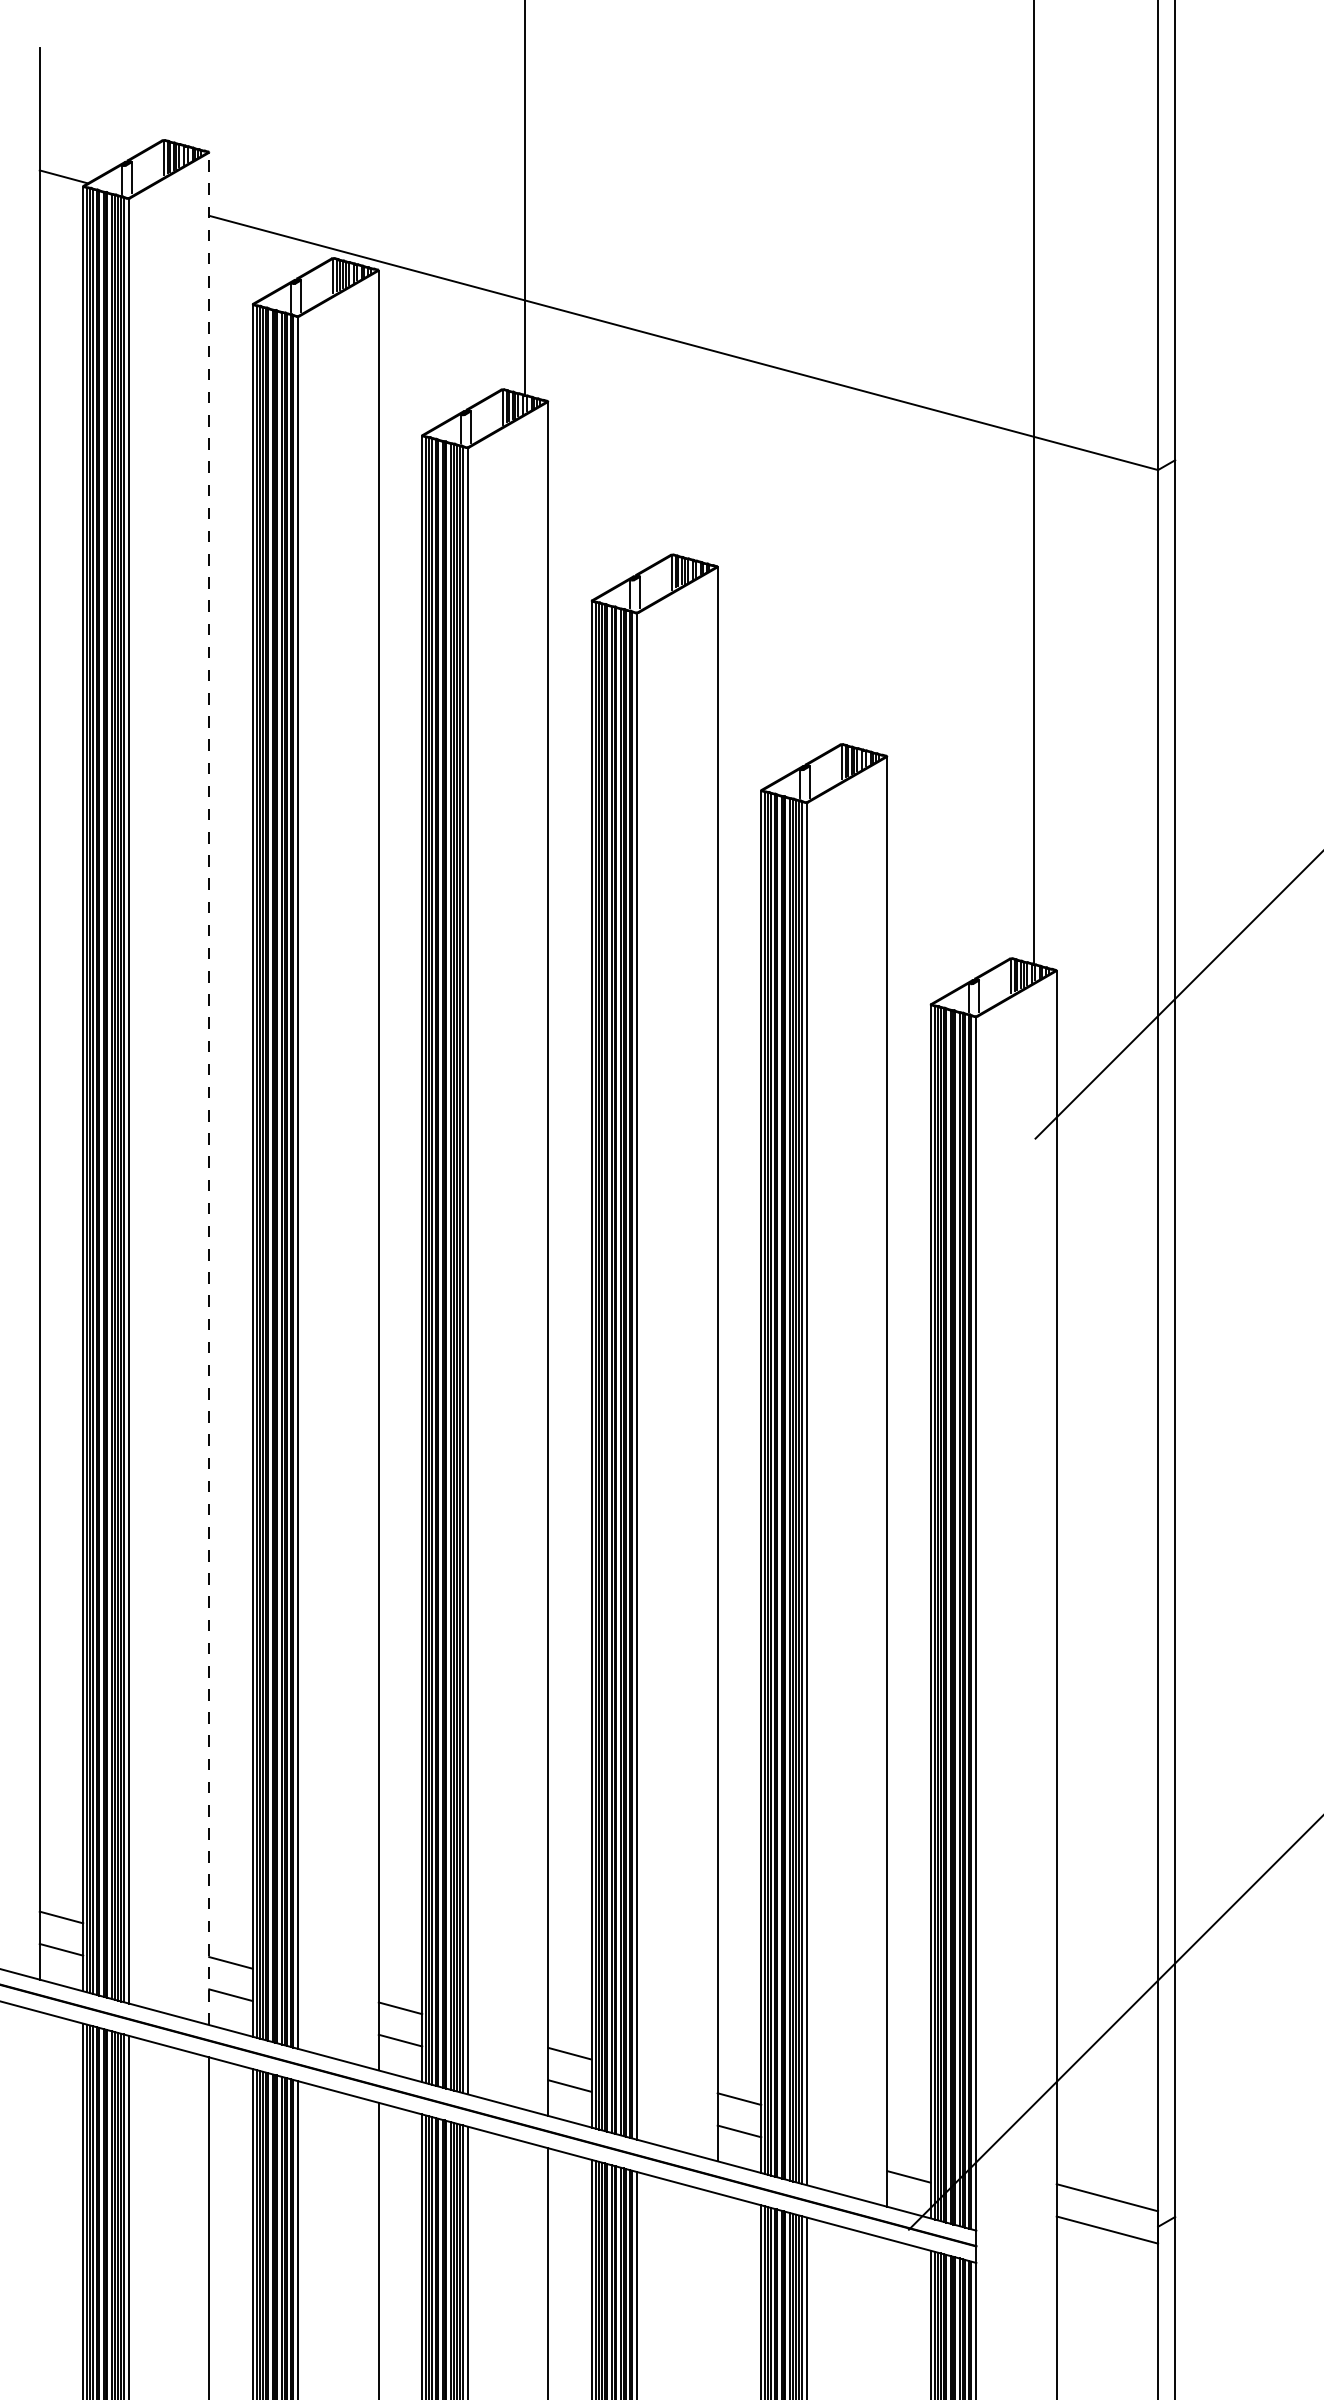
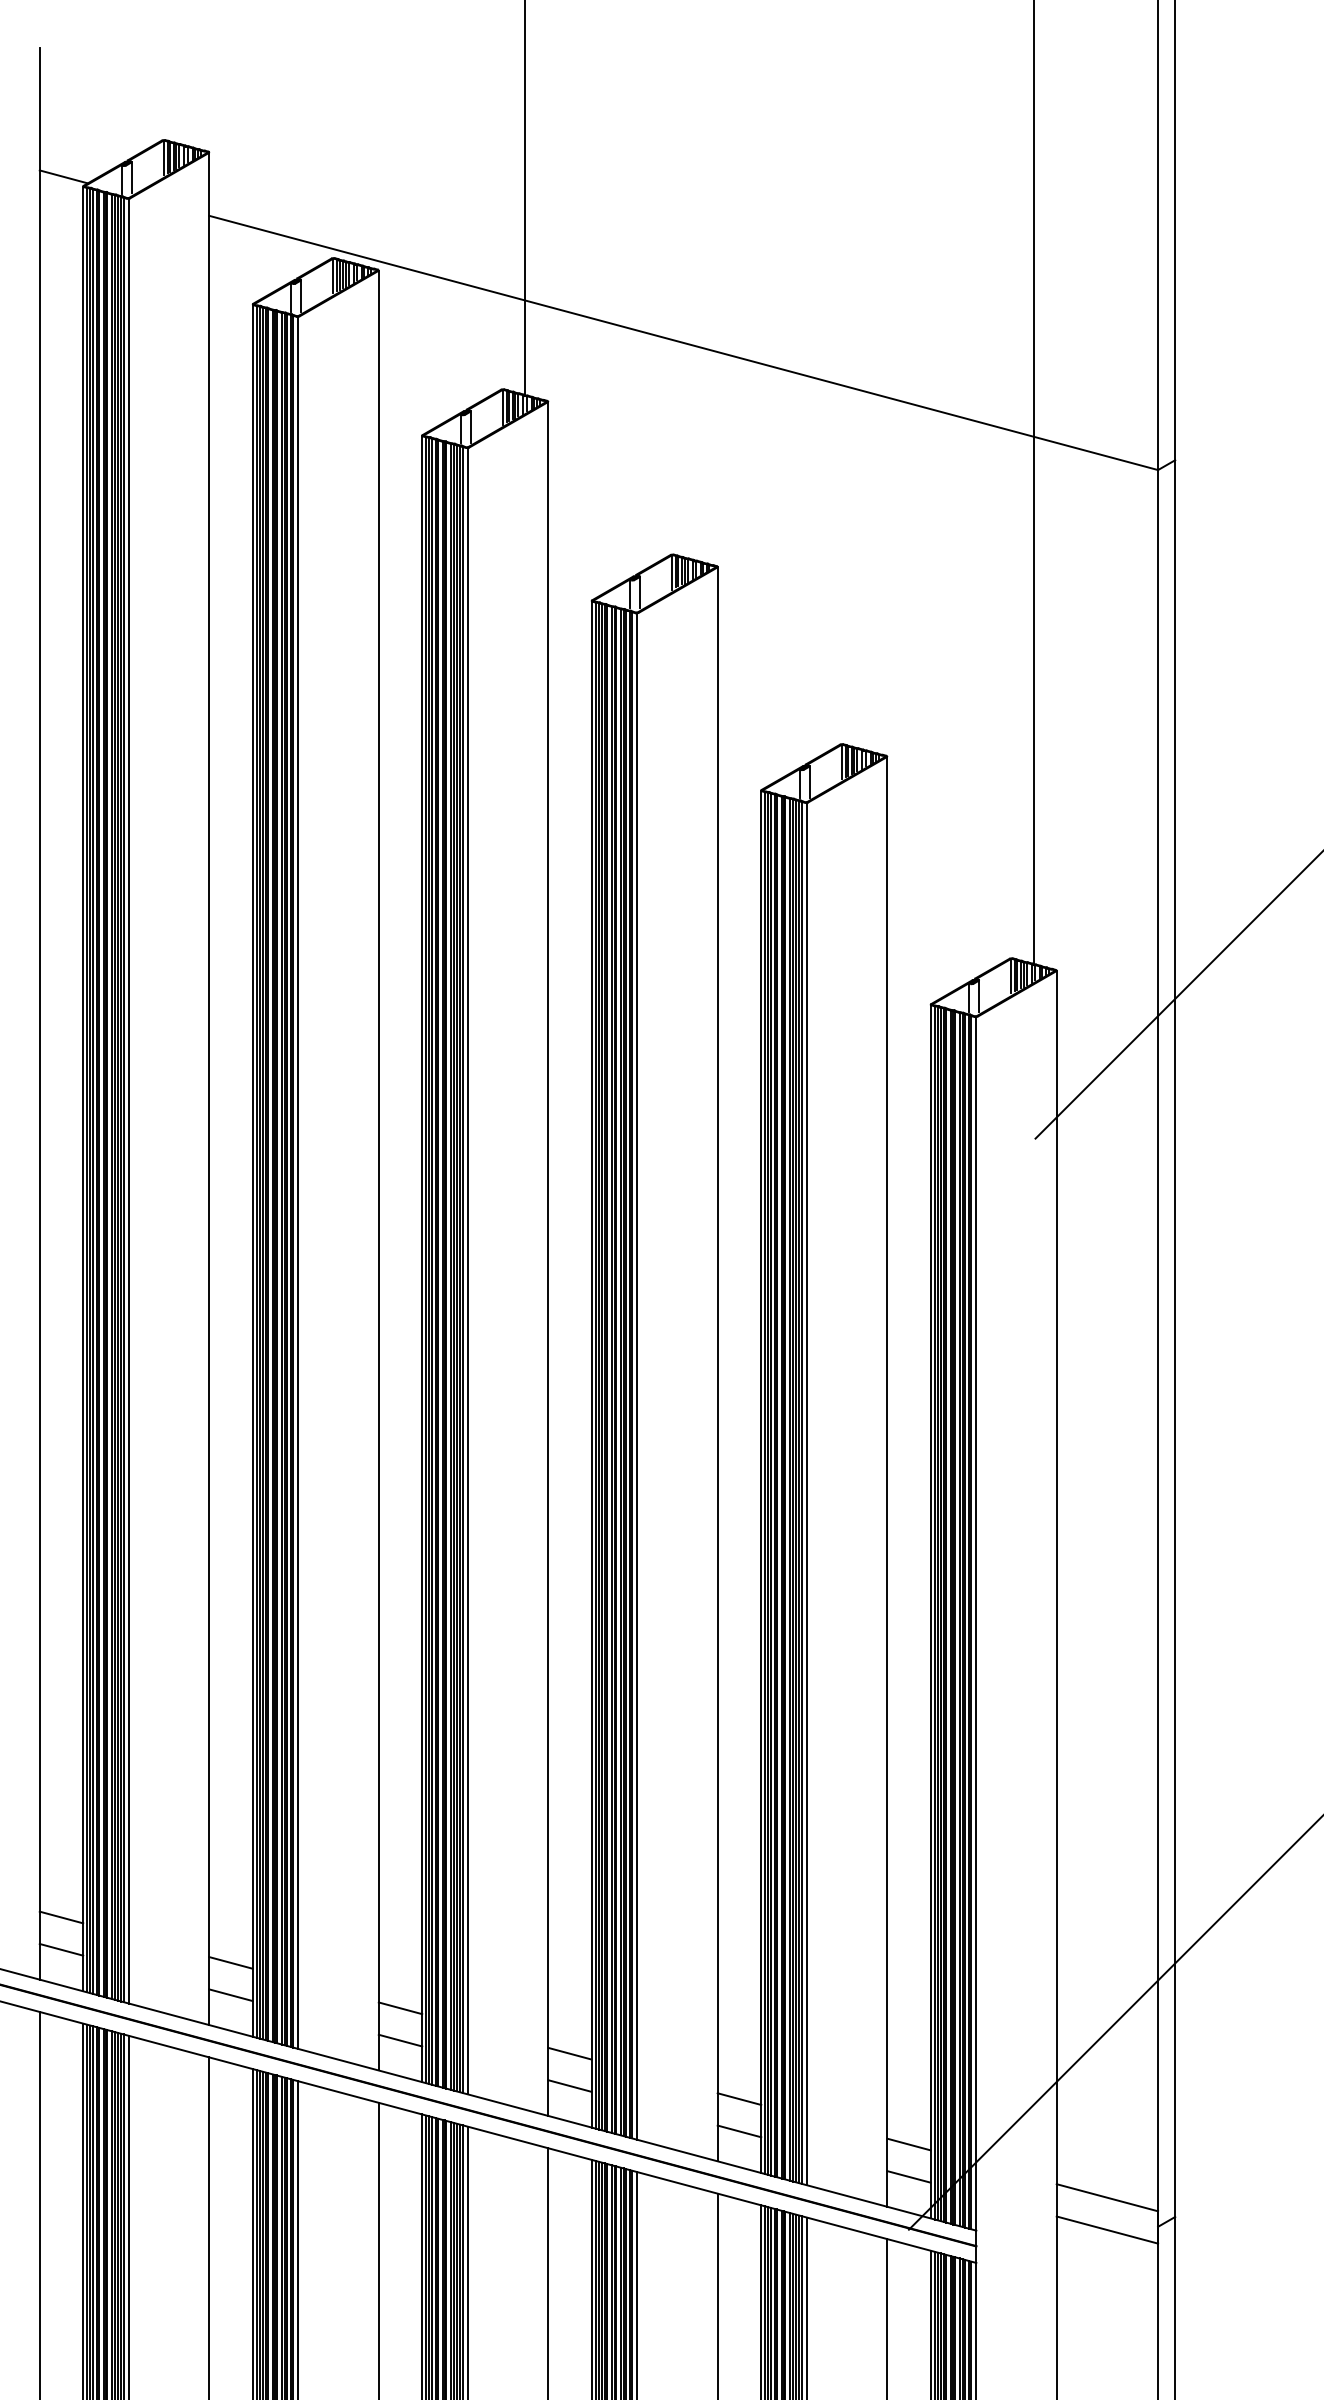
line at (209, 1088): dashed -> solid
line at (908, 2144): none -> present
line at (39, 2203): none -> present
line at (717, 2294): none -> present
line at (887, 2317): none -> present
